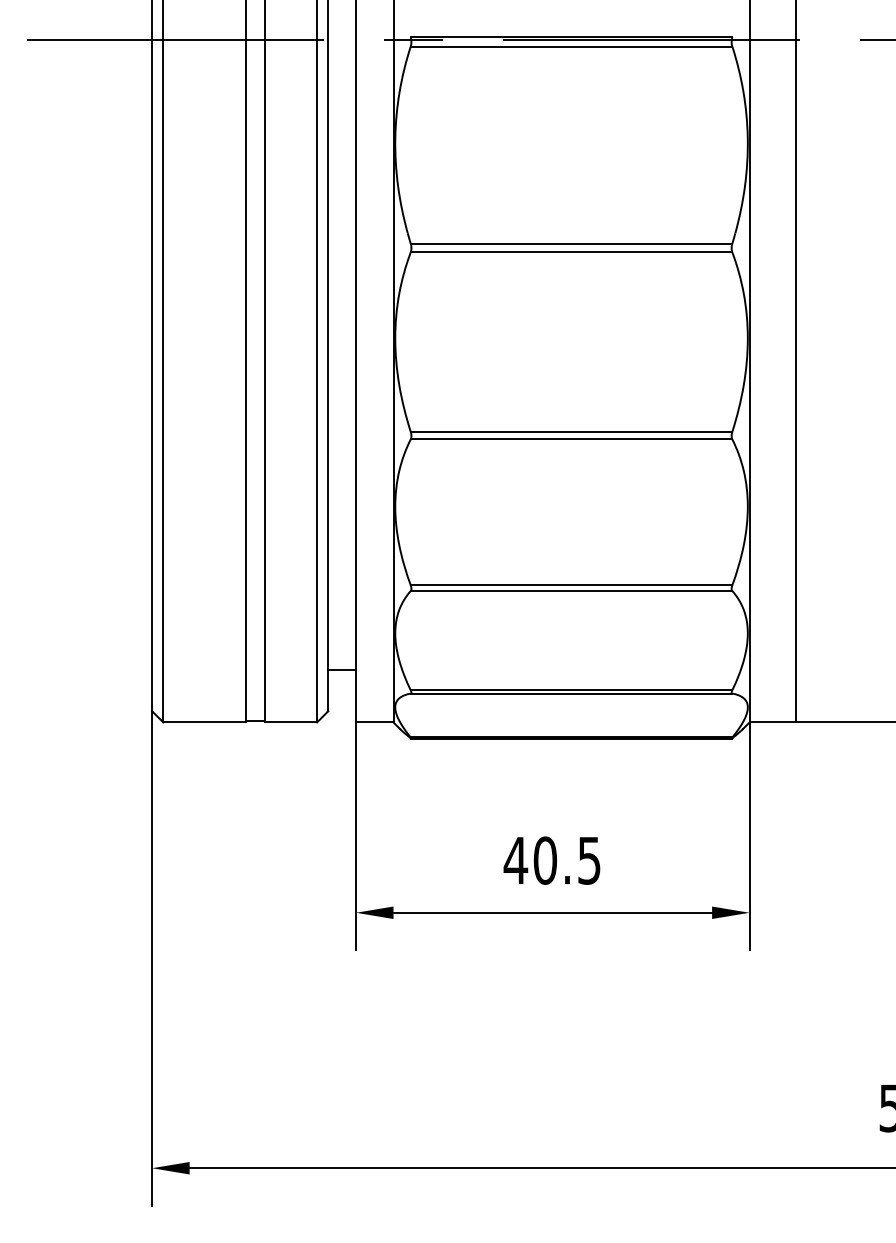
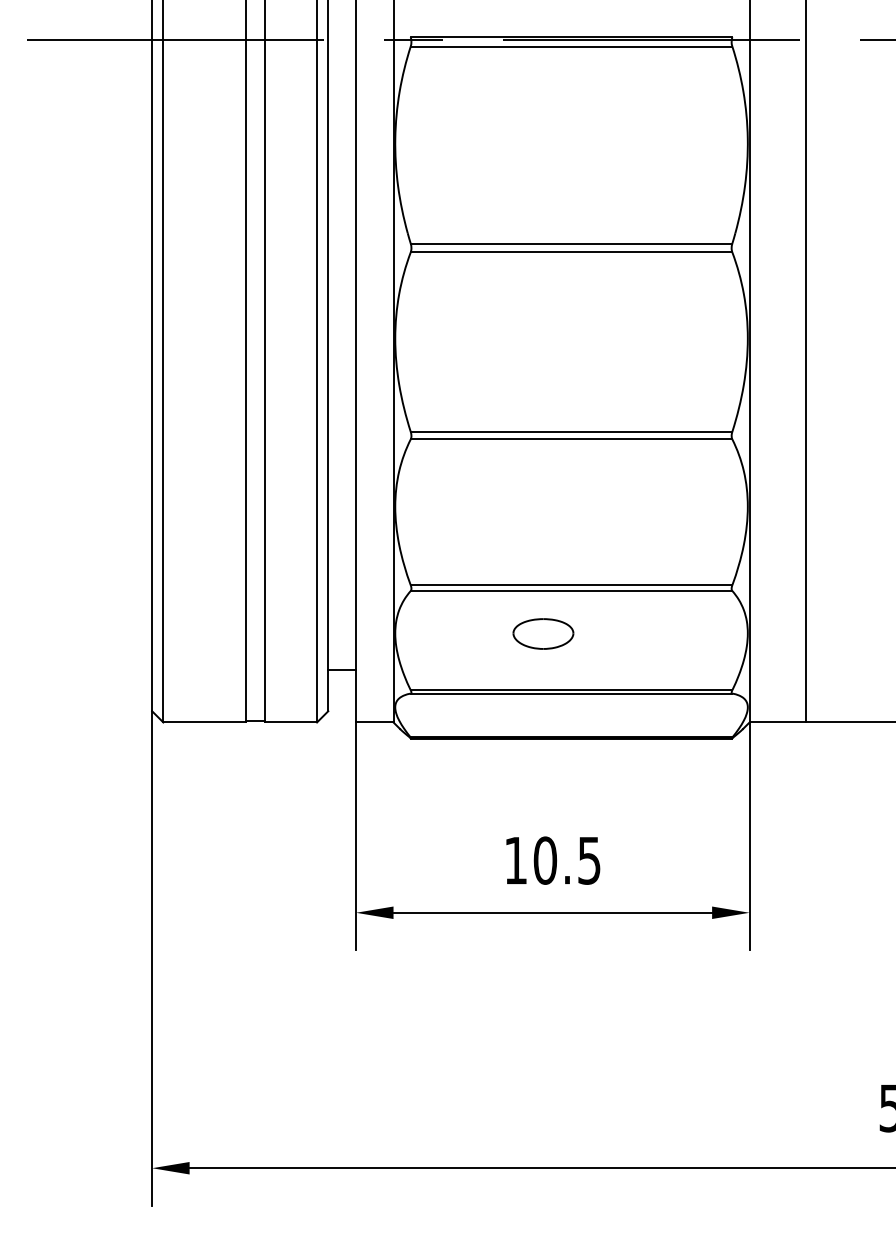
line at (795, 362) position: (795, 362) -> (805, 362)
part at (543, 633): none -> present
text at (515, 860): 40.5 -> 10.5
